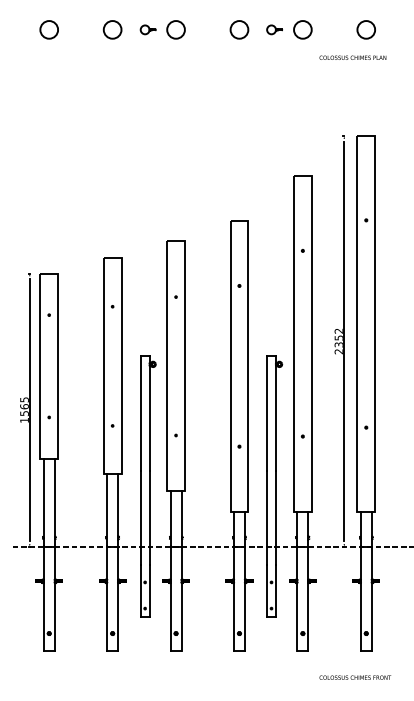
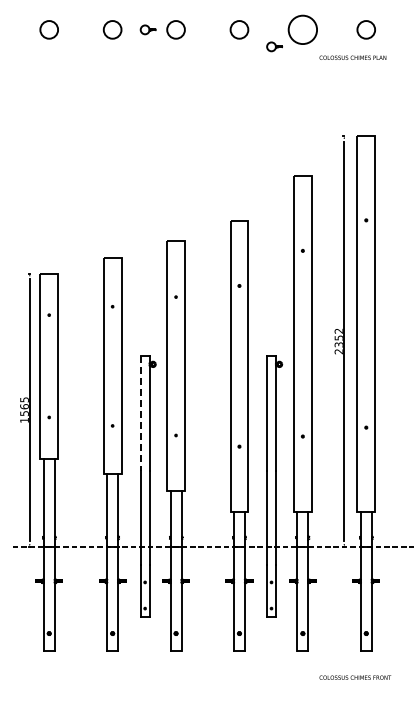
part at (274, 29) position: (274, 29) -> (274, 46)
circle at (302, 29) diameter: 18 px -> 28 px
line at (140, 413): solid -> dashed
